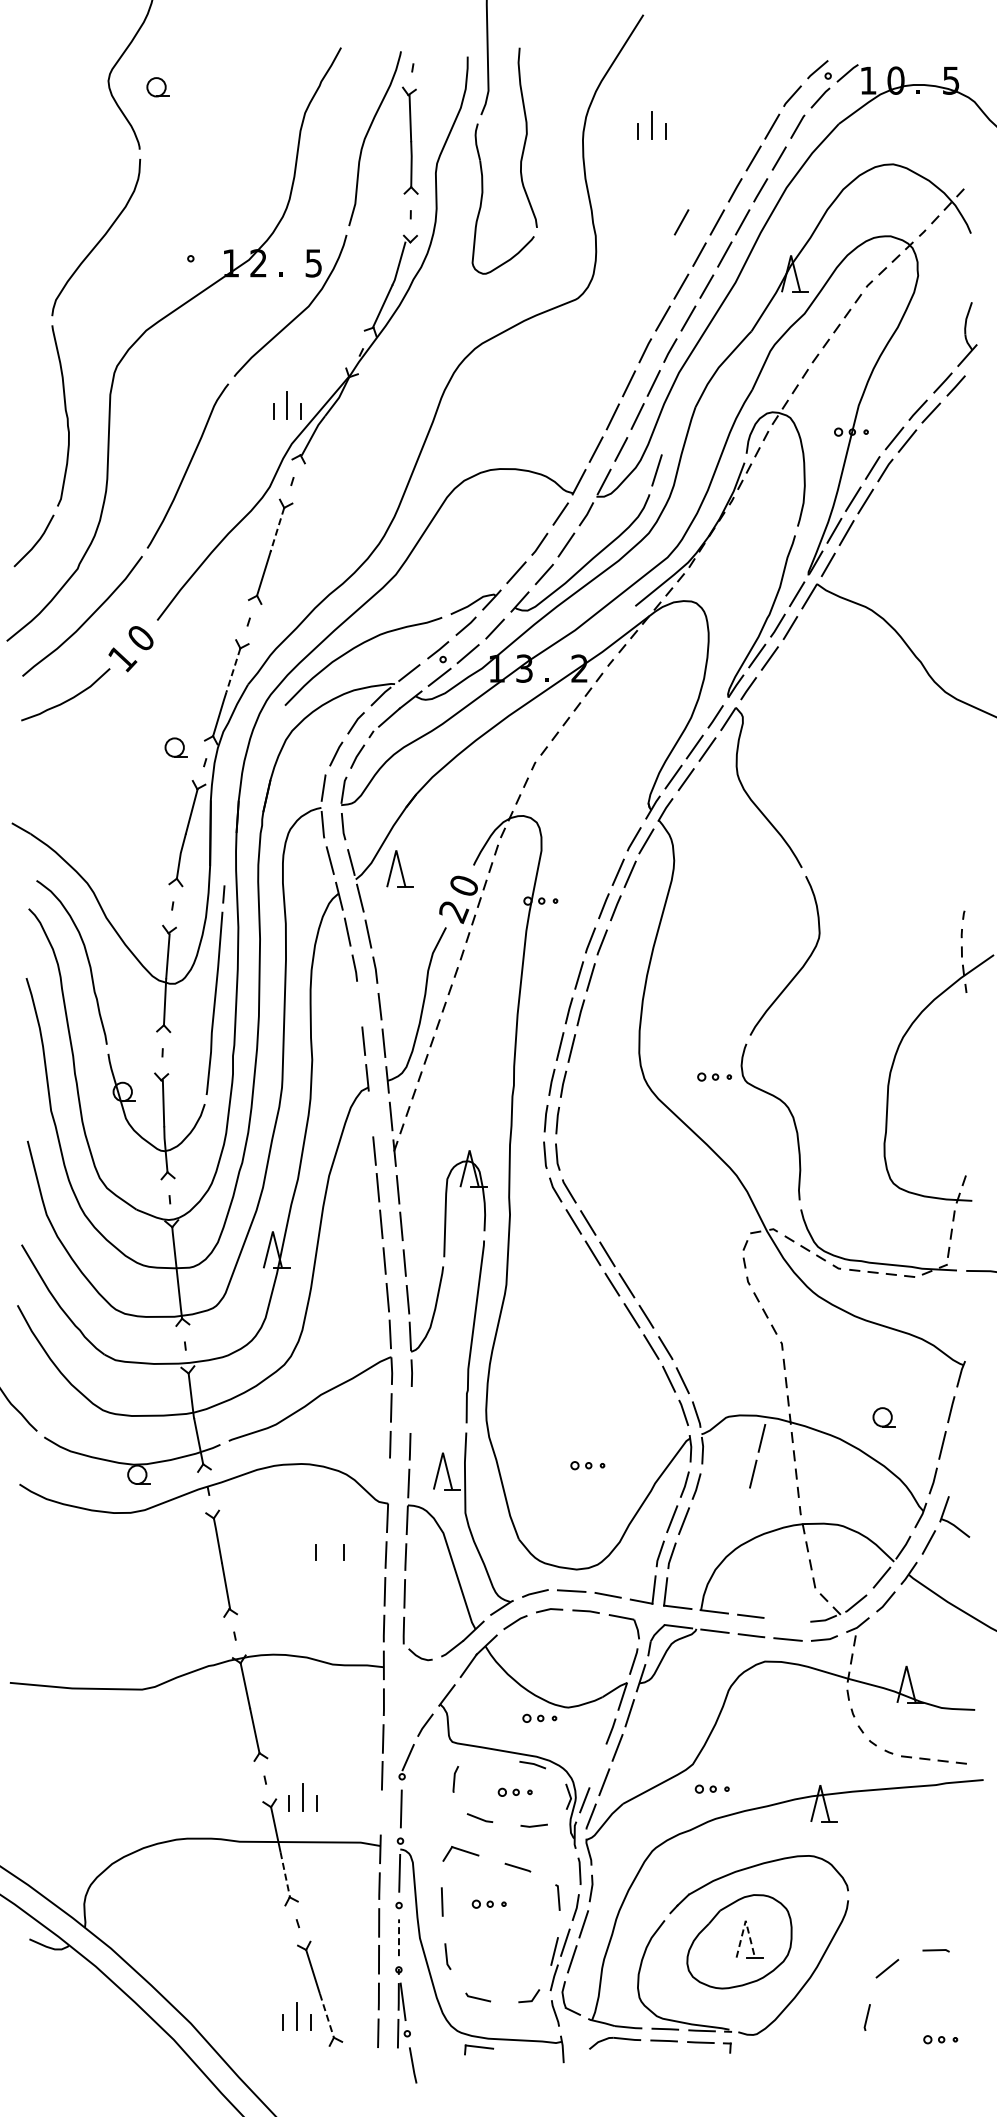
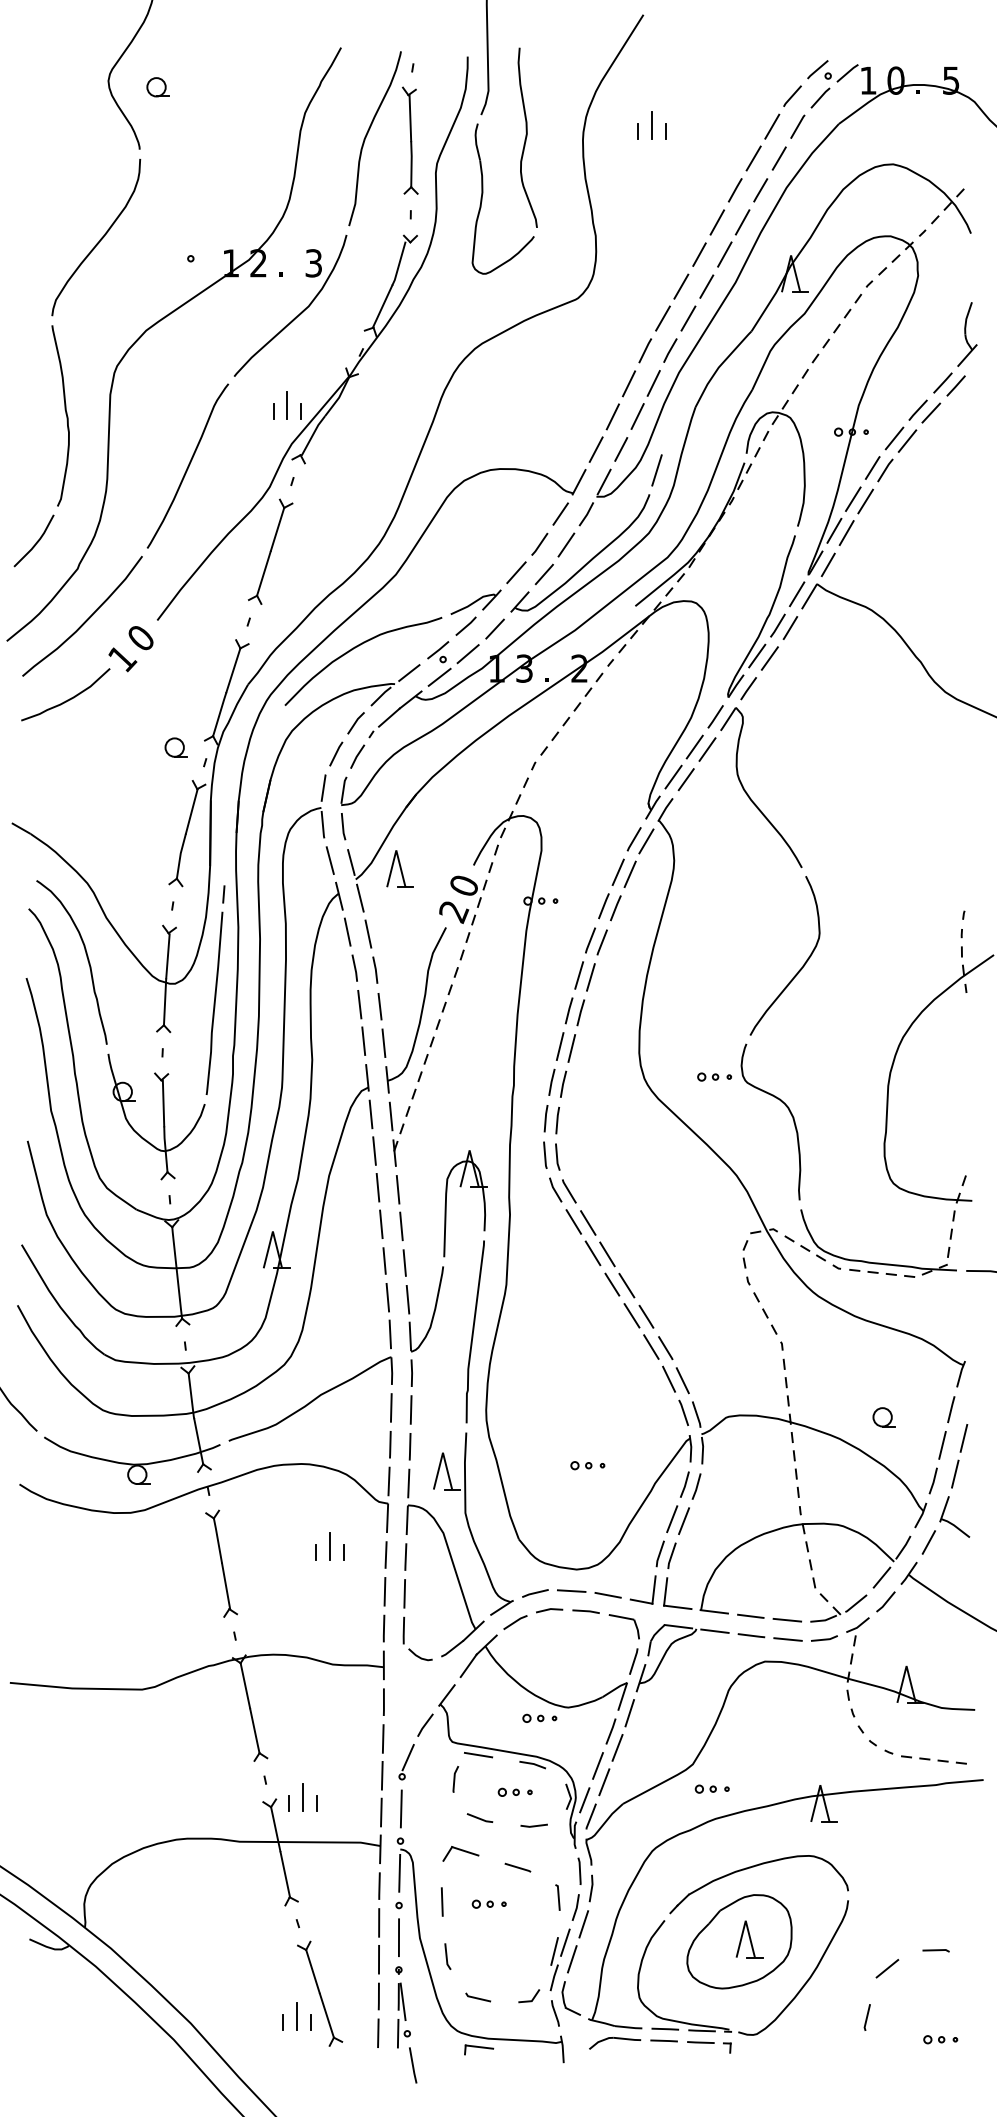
line at (681, 222): present -> none
text at (313, 262): 5 -> 3
line at (277, 530): dashed -> solid
line at (233, 670): dashed -> solid
line at (359, 1004): none -> present
line at (370, 1114): none -> present
line at (410, 1409): none -> present
line at (756, 1459) position: (756, 1459) -> (958, 1459)
line at (388, 1481): none -> present
line at (329, 1546): none -> present
line at (787, 1619): none -> present
line at (478, 1754): none -> present
line at (597, 1765): none -> present
line at (381, 1812): none -> present
line at (285, 1874): dashed -> solid
line at (745, 1920): dashed -> solid
line at (399, 1937): dashed -> solid
line at (326, 2015): dashed -> solid
